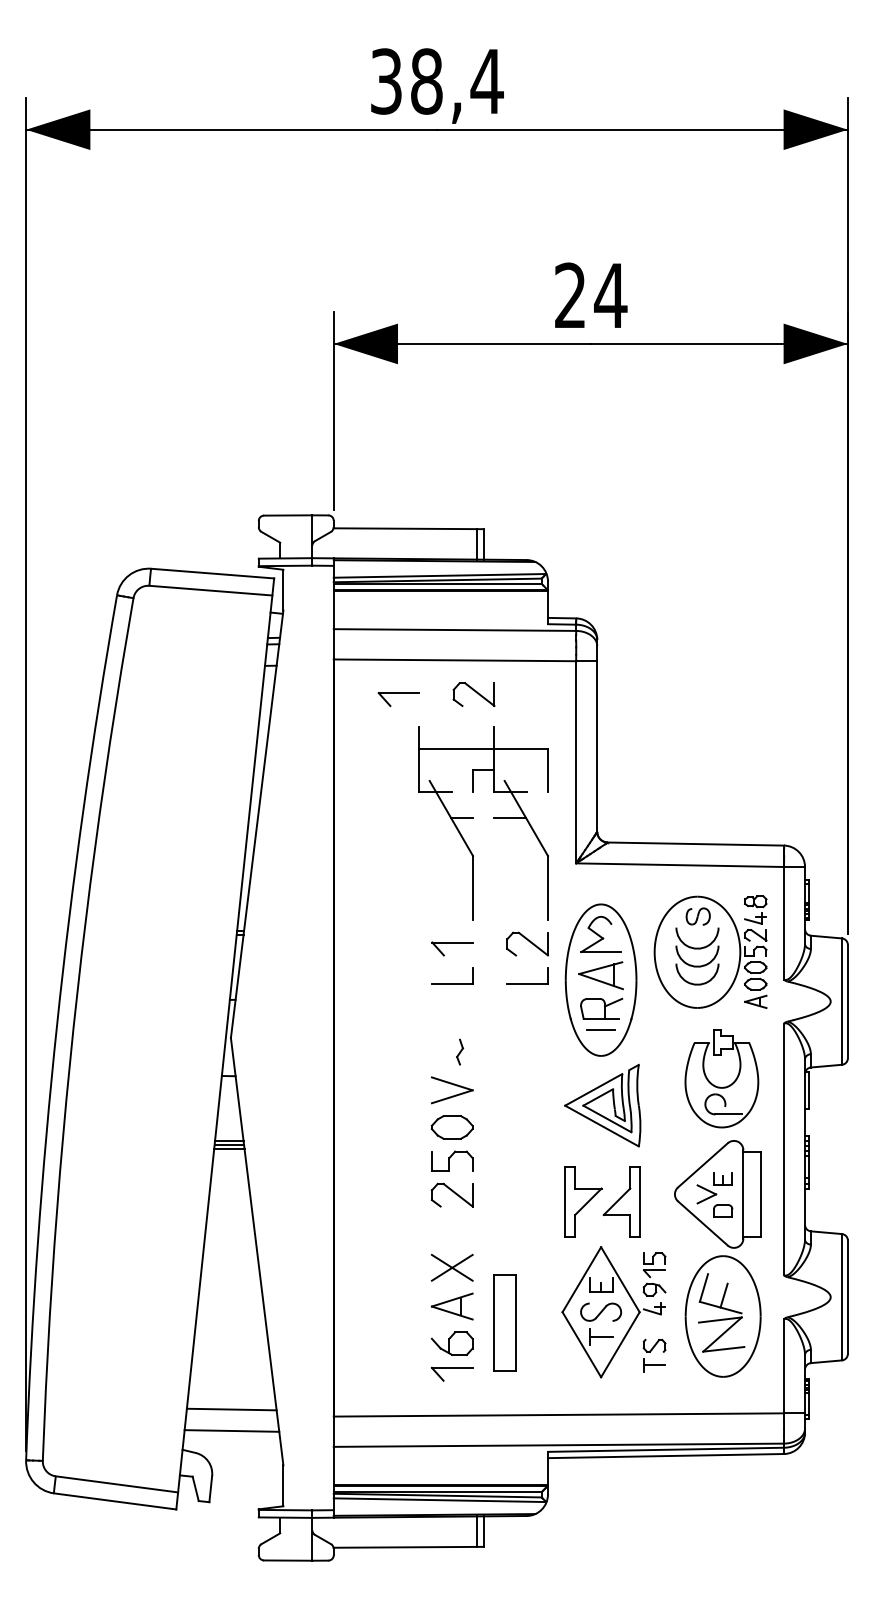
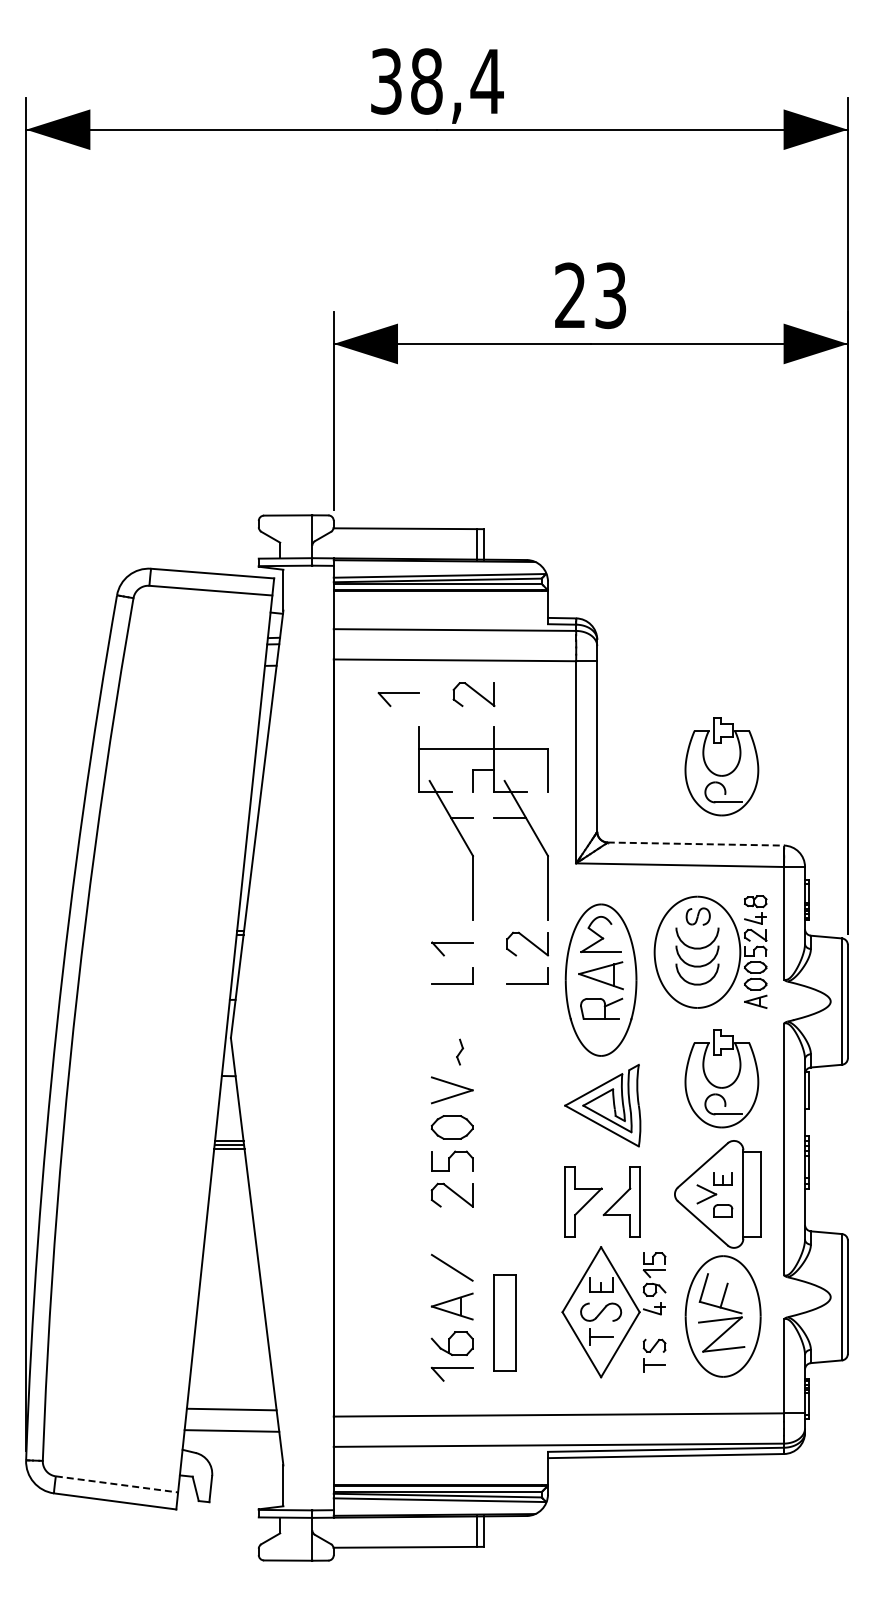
text at (610, 295): 24 -> 23
part at (720, 774): none -> present
line at (696, 844): solid -> dashed
line at (600, 1029): present -> none
line at (451, 1267): present -> none
line at (116, 1484): solid -> dashed
